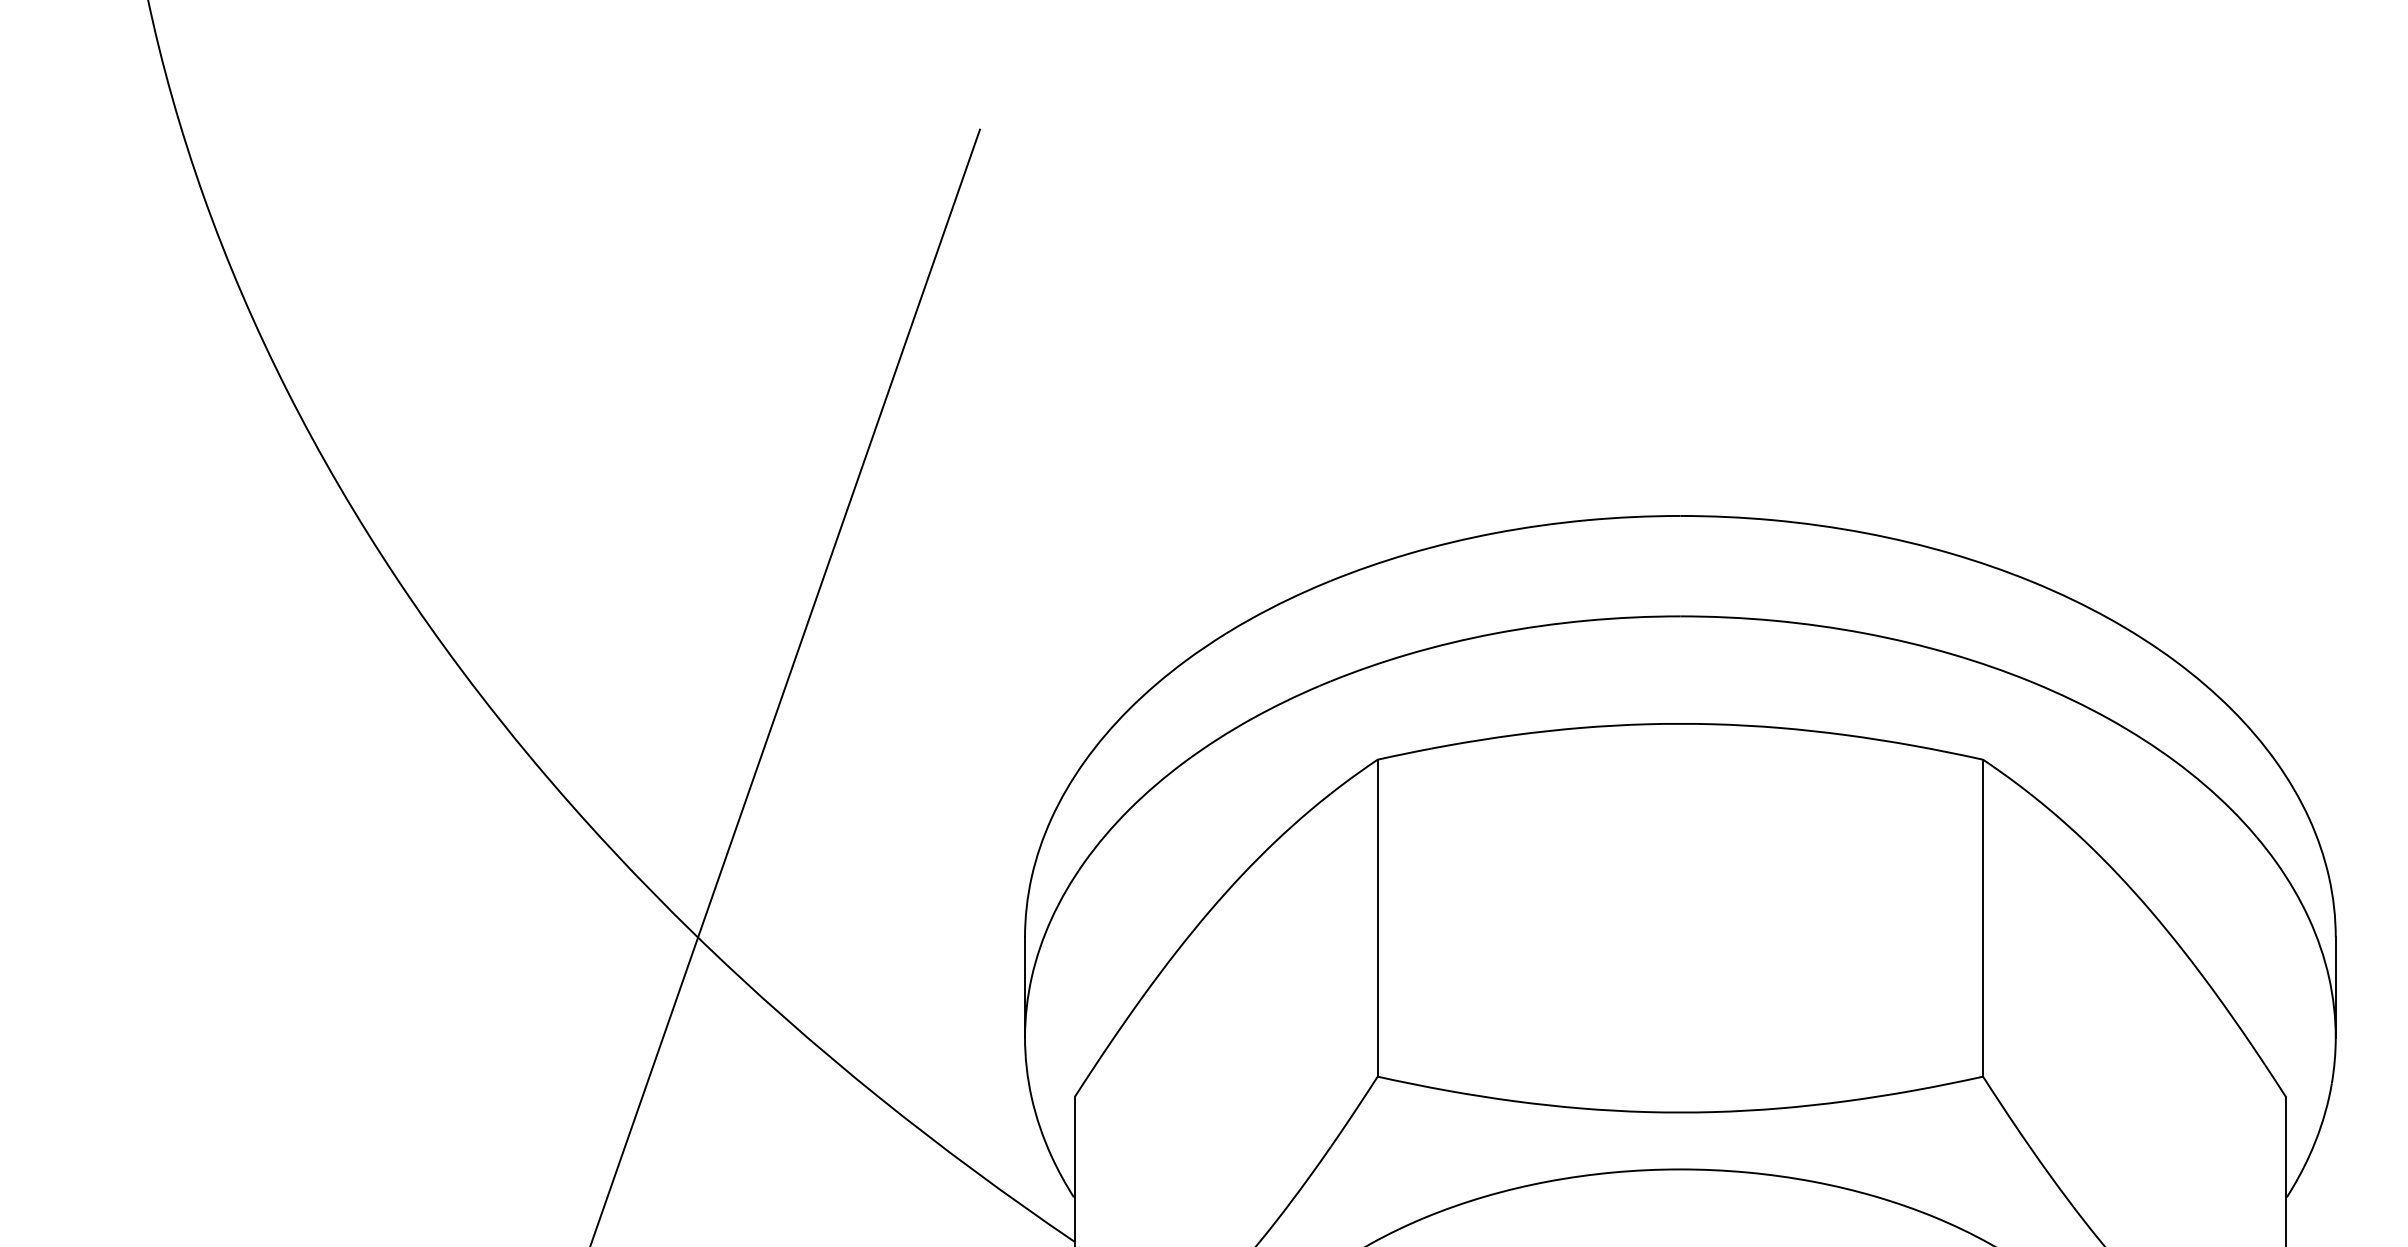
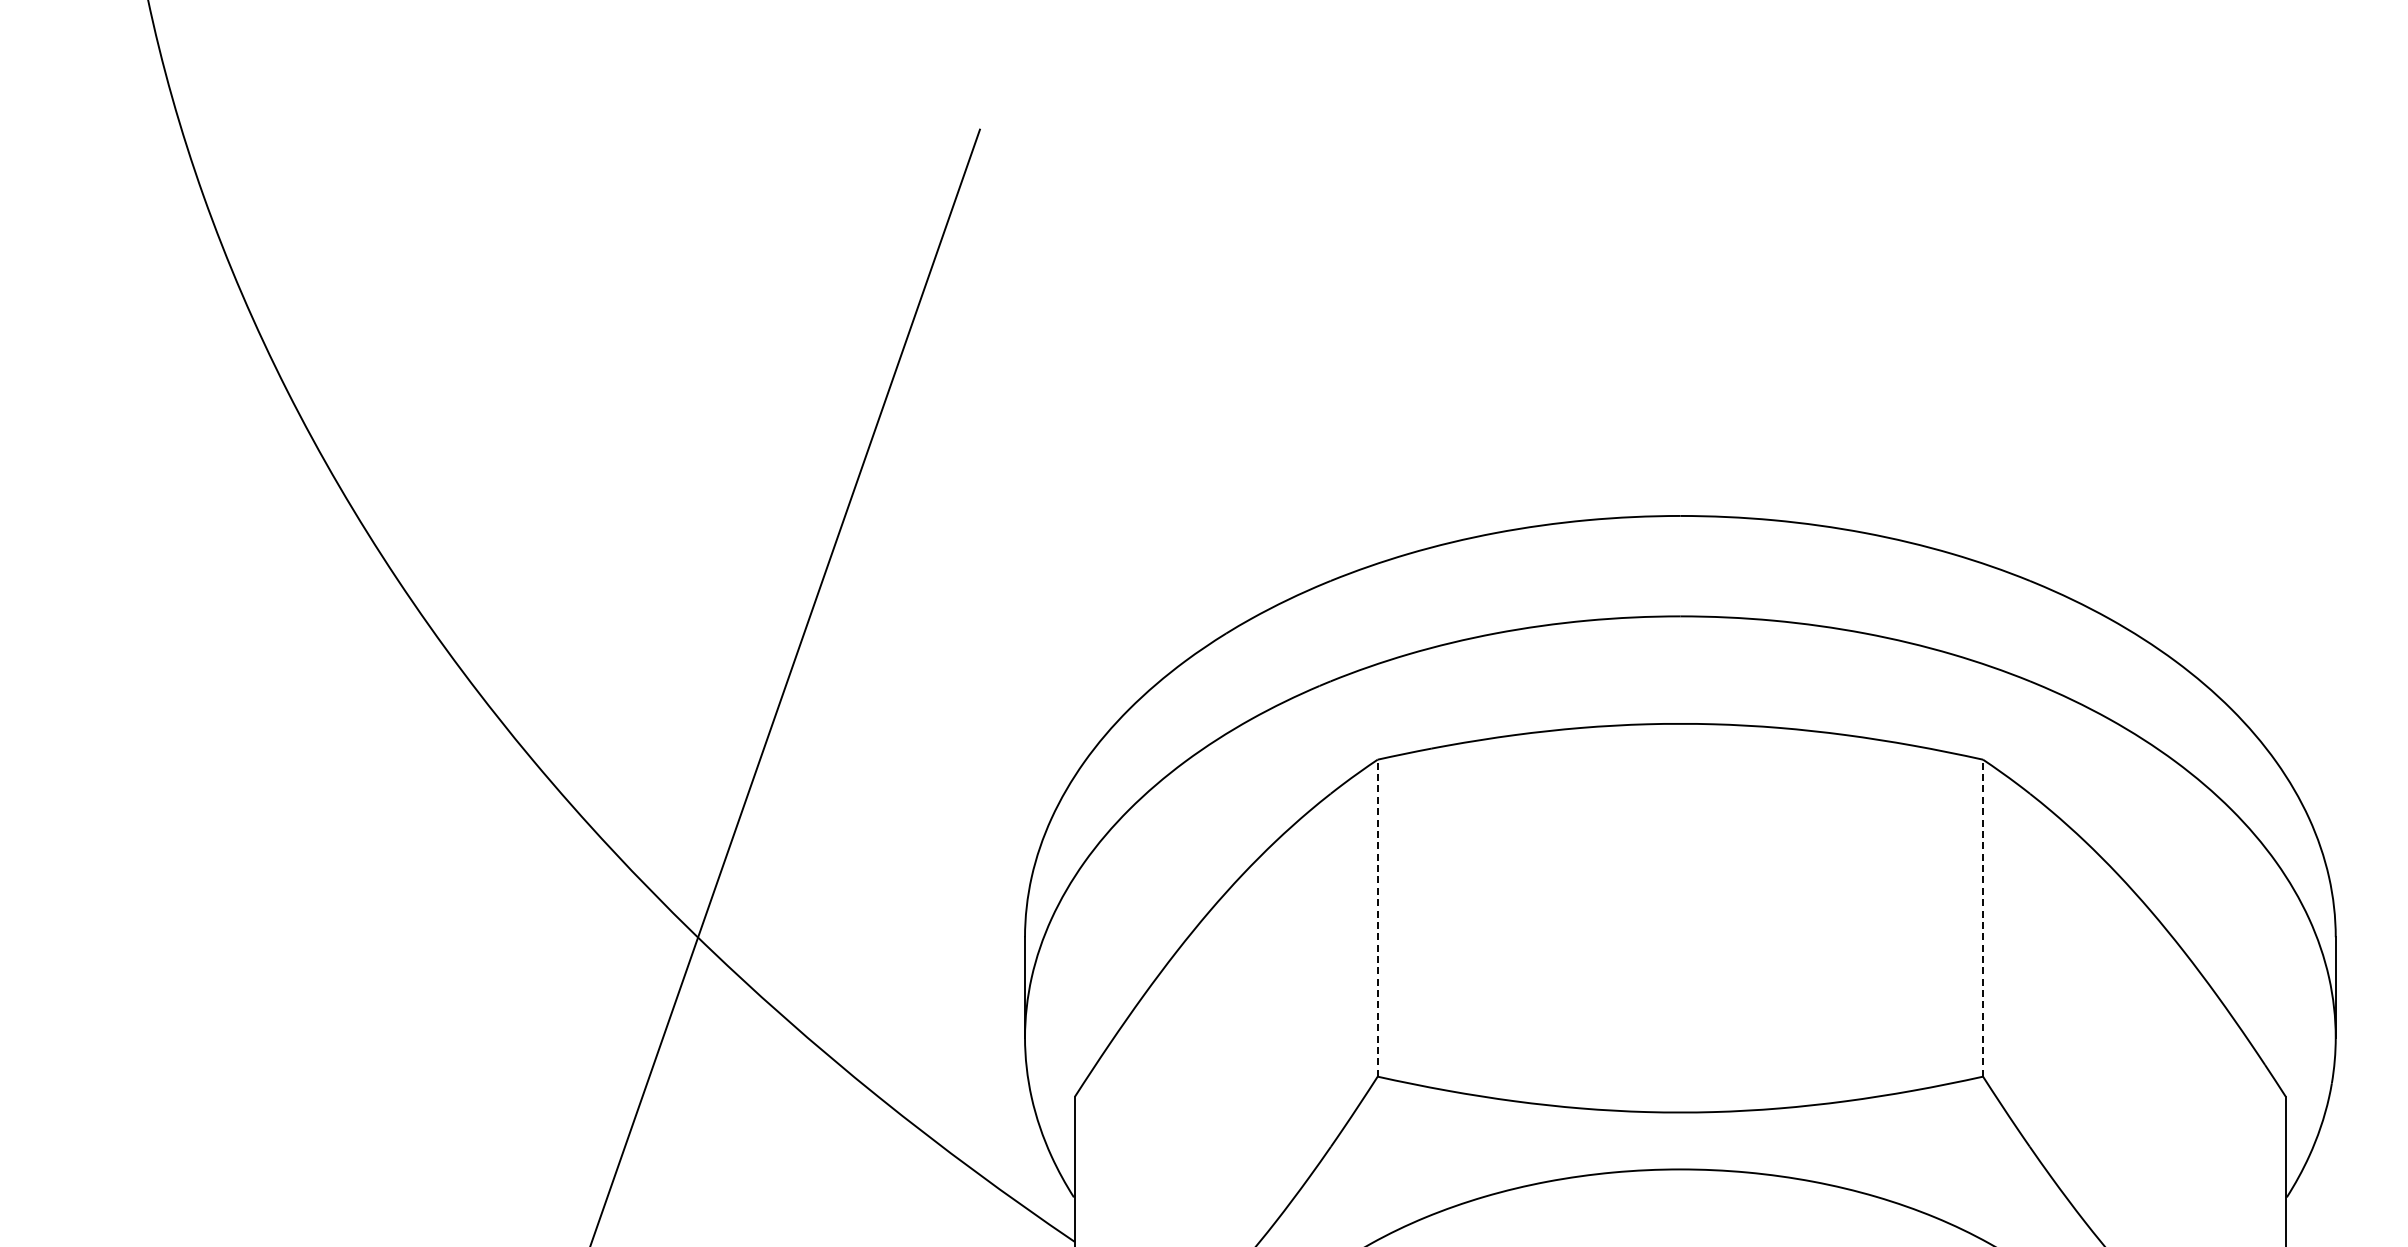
line at (1377, 917): solid -> dashed
line at (1983, 917): solid -> dashed
